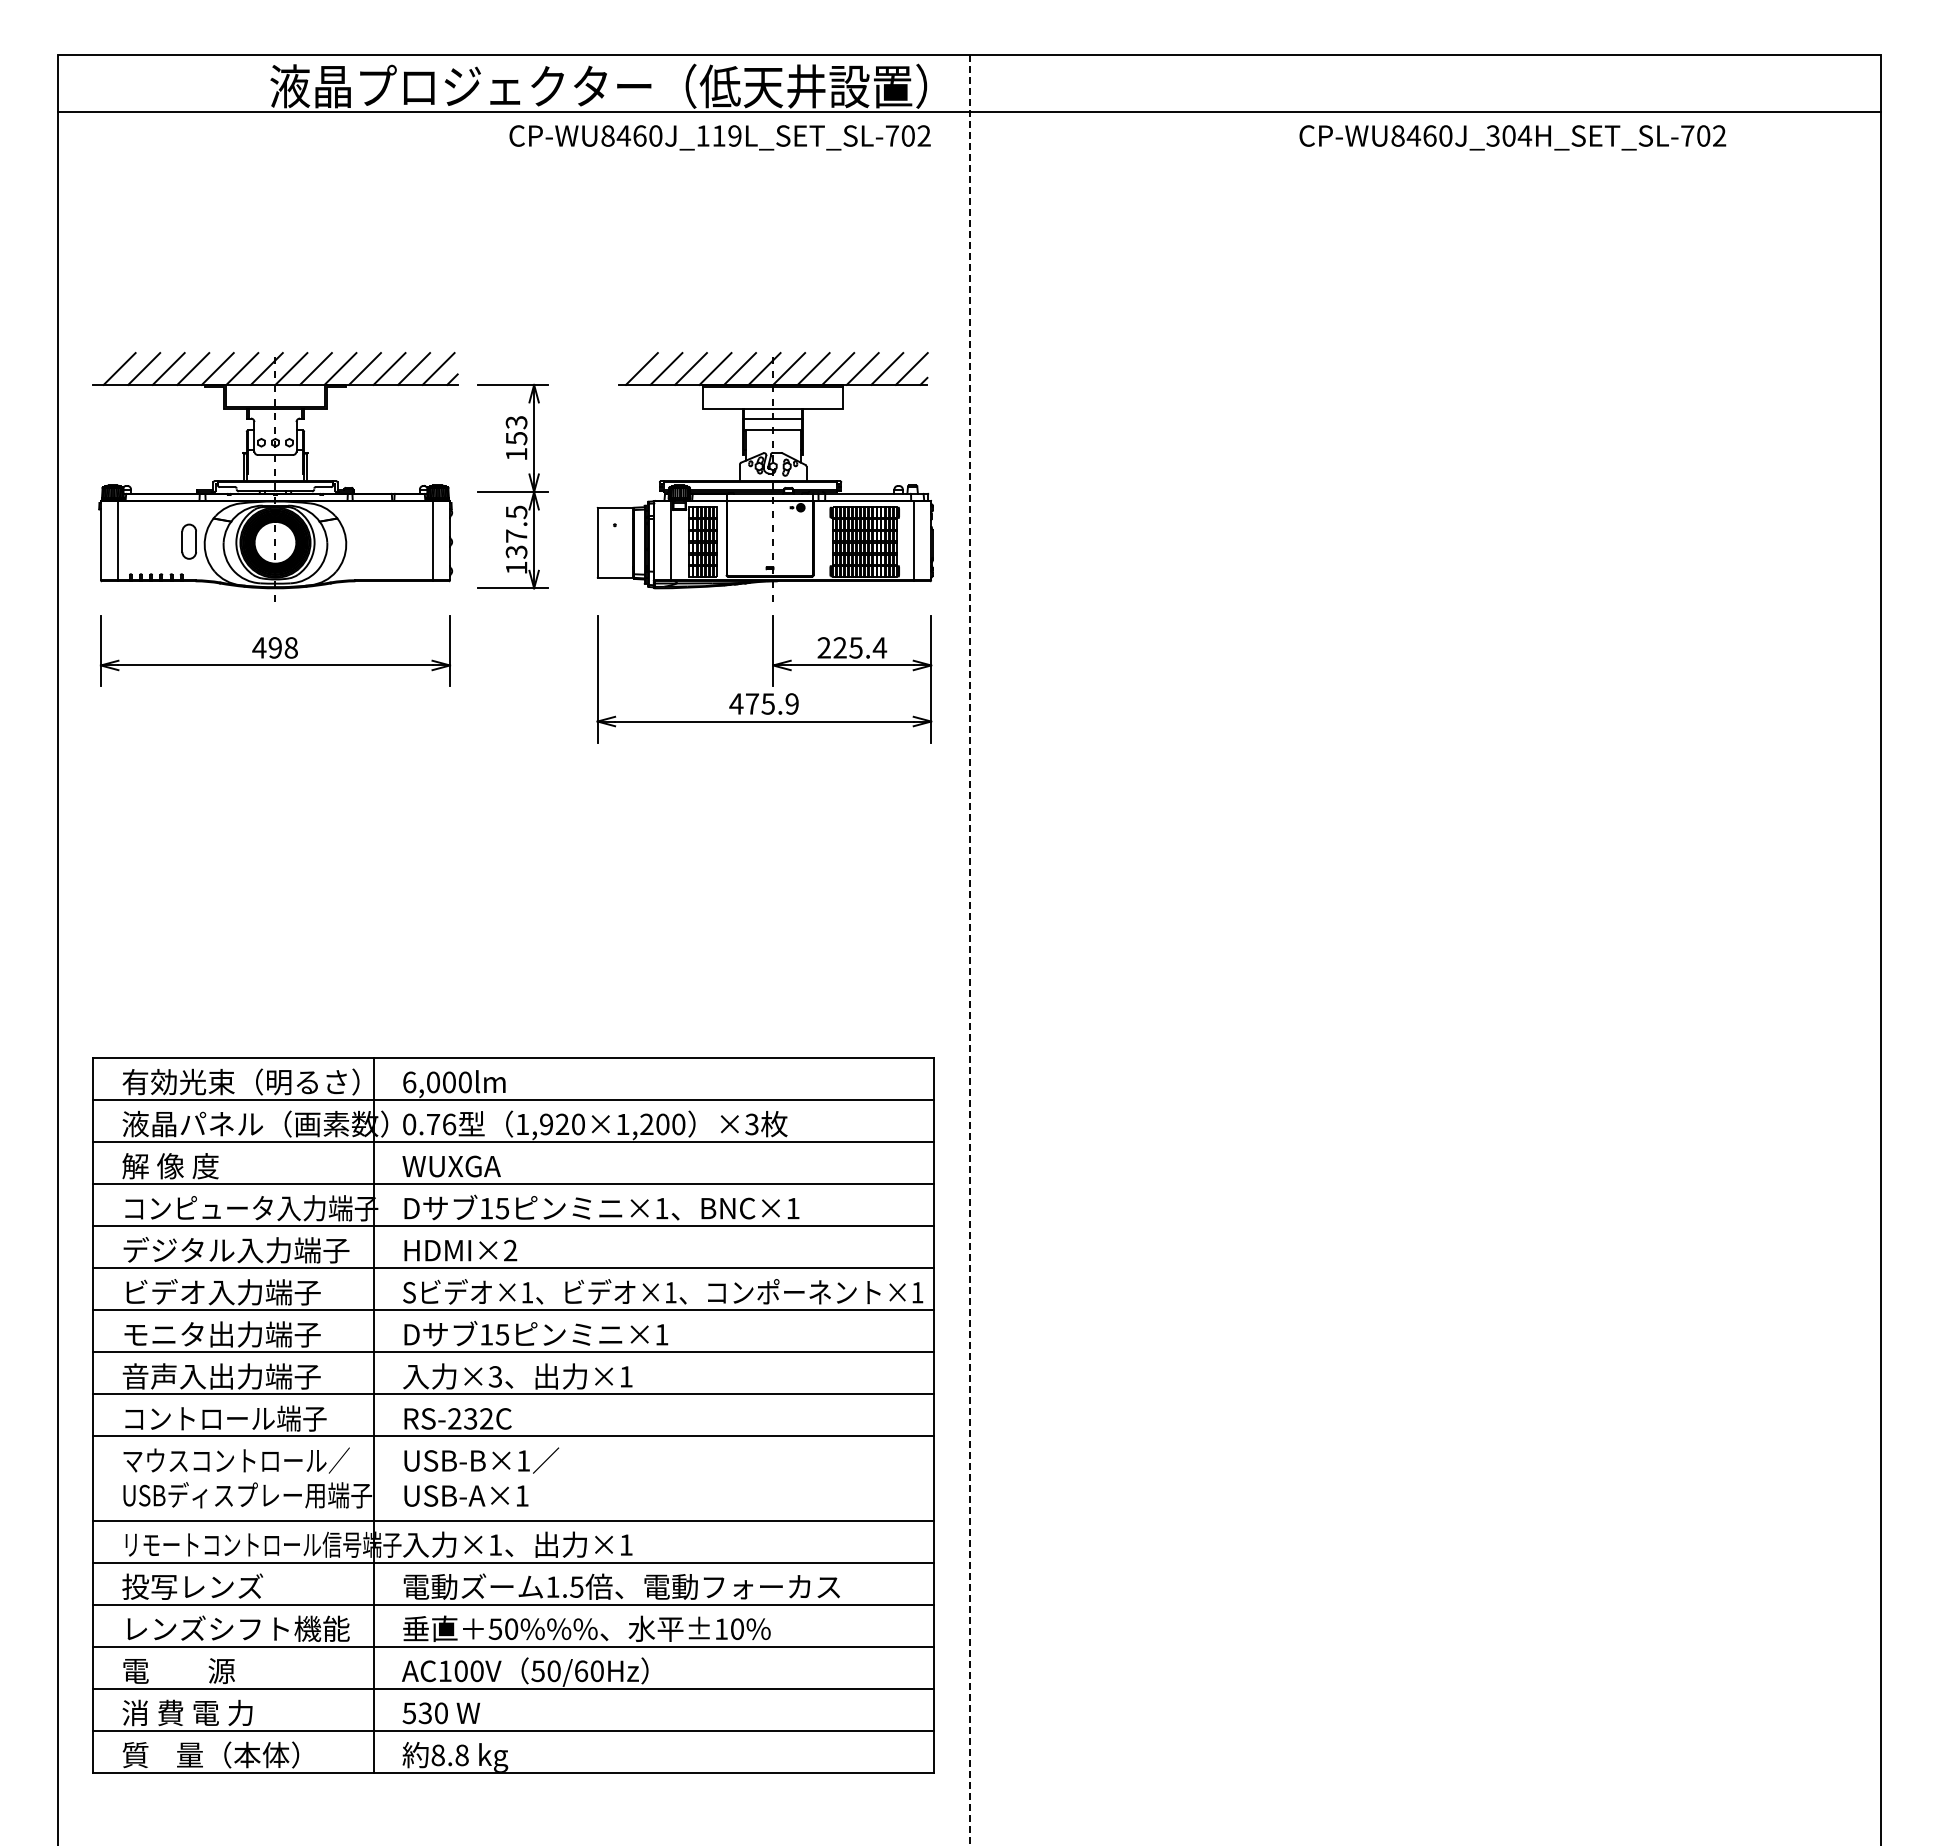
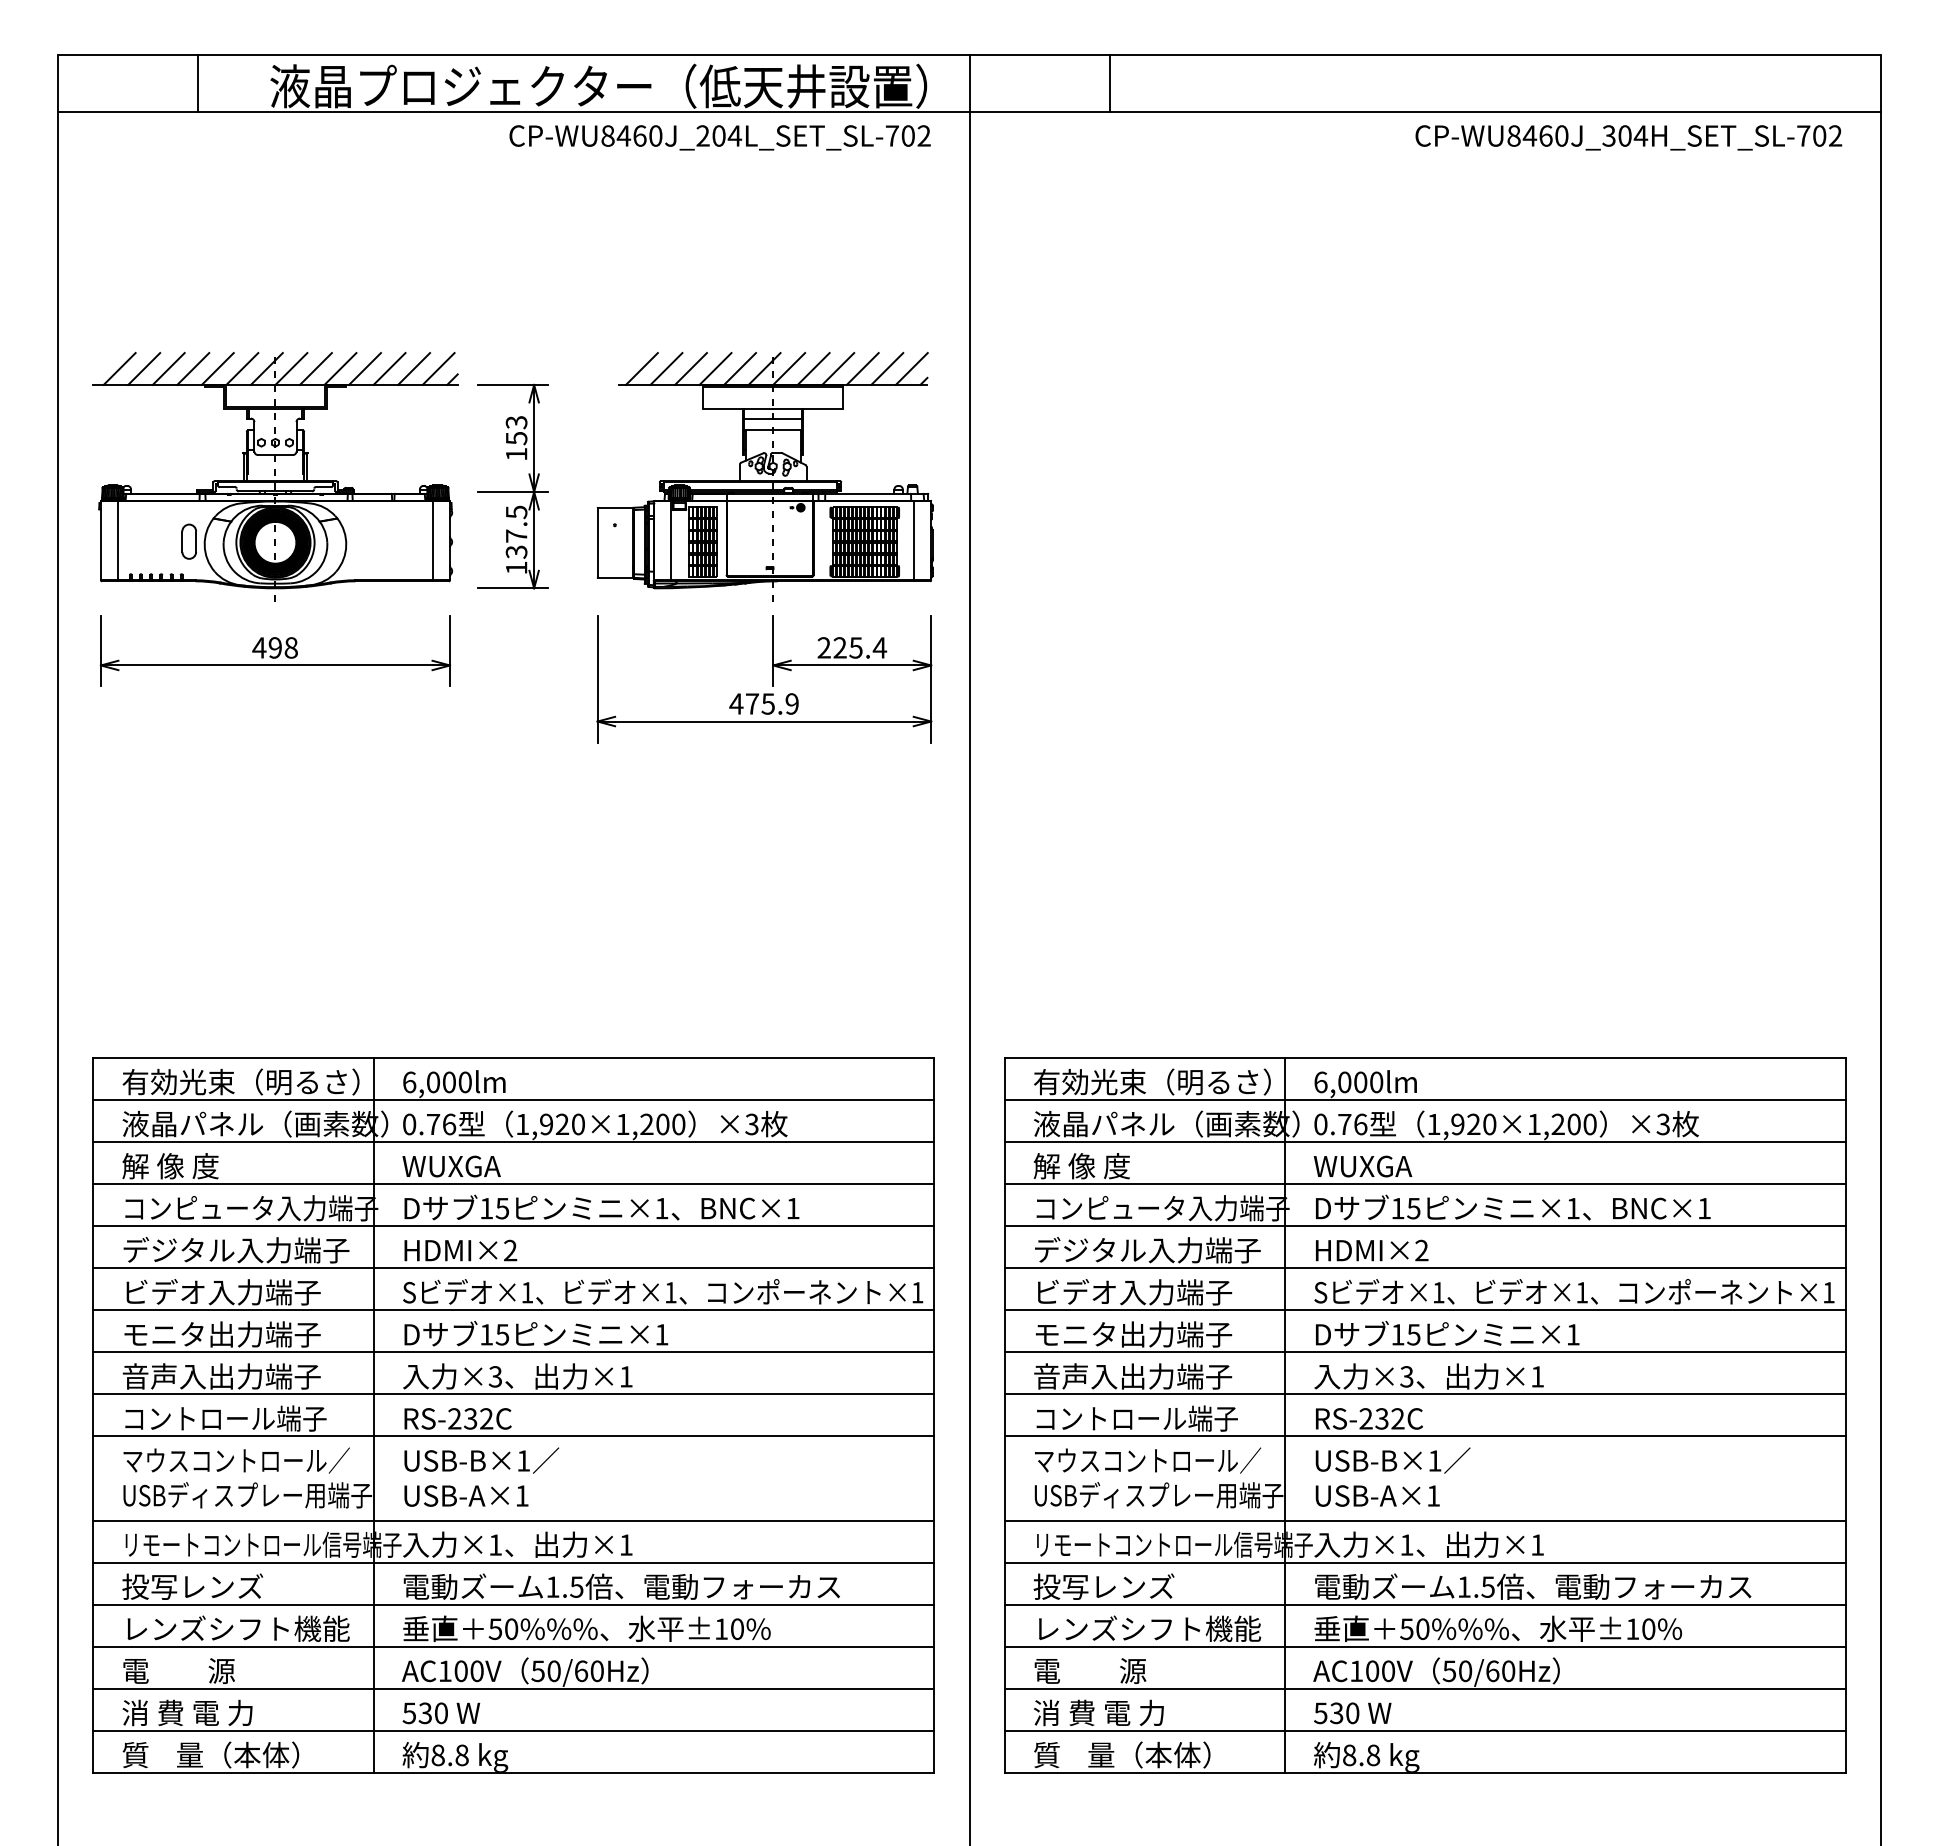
line at (198, 83): none -> present
line at (1109, 83): none -> present
text at (719, 135): CP-WU8460J_119L_SET_SL-702 -> CP-WU8460J_204L_SET_SL-702
text at (1512, 137) position: (1512, 137) -> (1628, 137)
line at (969, 950): dashed -> solid
part at (1425, 1415): none -> present
